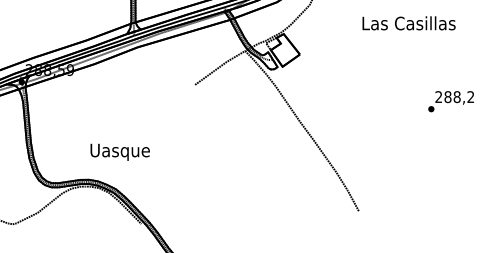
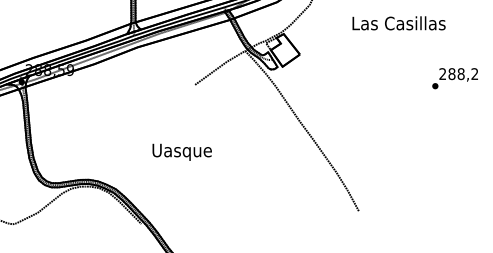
text at (408, 23) position: (408, 23) -> (398, 23)
text at (450, 101) position: (450, 101) -> (454, 78)
text at (119, 151) position: (119, 151) -> (181, 151)
